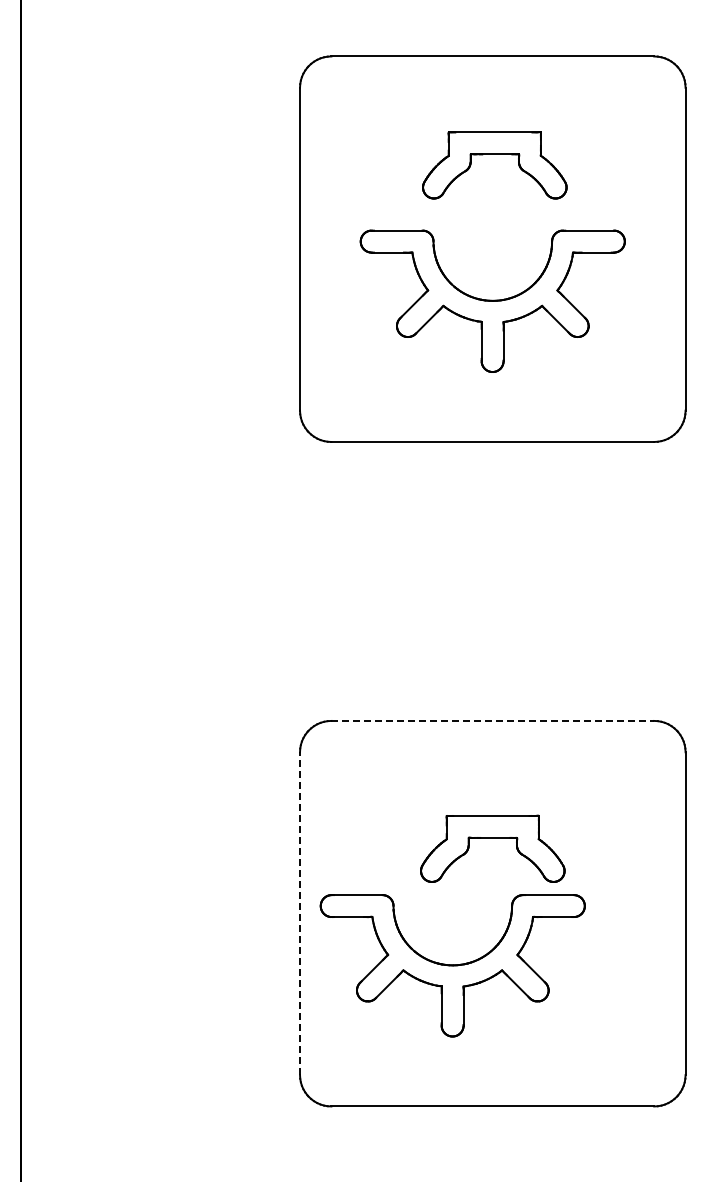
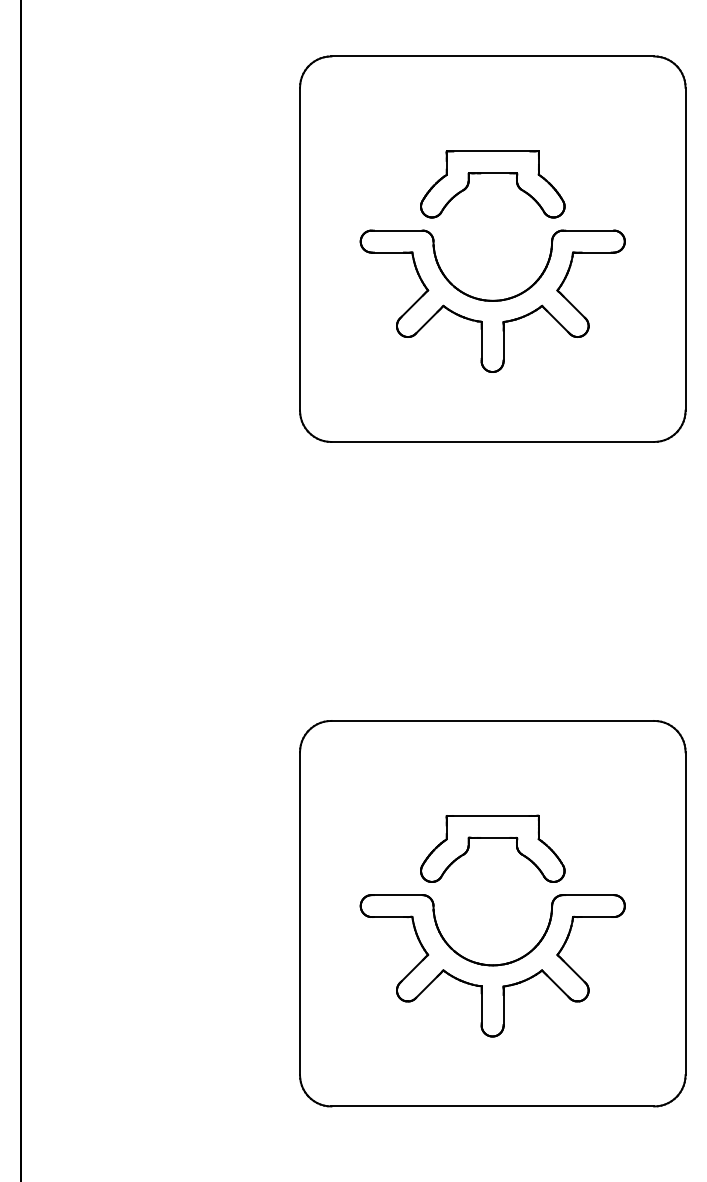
part at (494, 154) position: (494, 154) -> (492, 173)
line at (493, 720): dashed -> solid
line at (300, 913): dashed -> solid
part at (452, 965) position: (452, 965) -> (492, 965)
